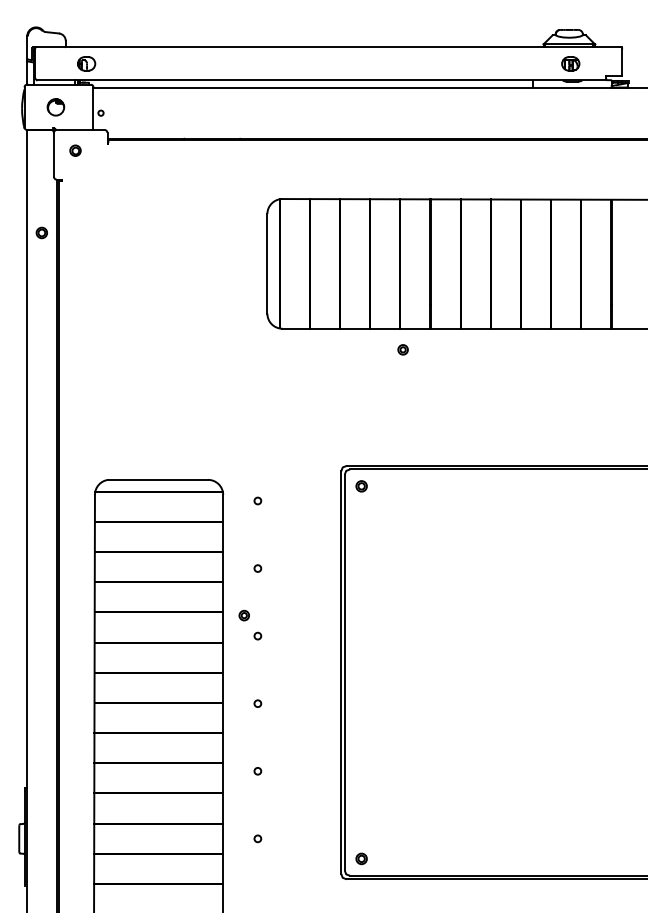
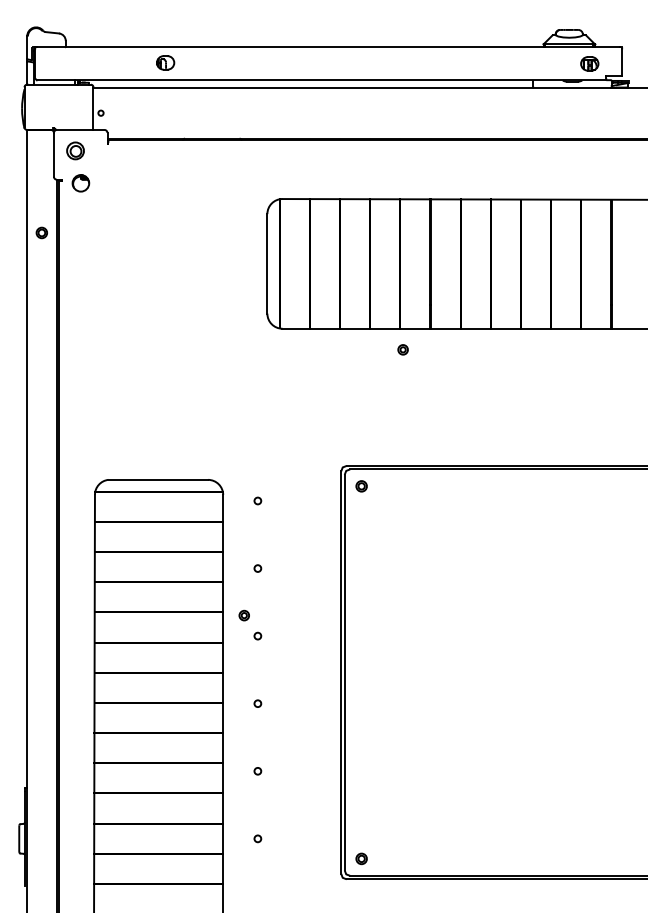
part at (86, 63) position: (86, 63) -> (165, 62)
part at (570, 63) position: (570, 63) -> (589, 63)
part at (55, 107) position: (55, 107) -> (80, 183)
part at (75, 150) size: 13x13 px -> 19x20 px
